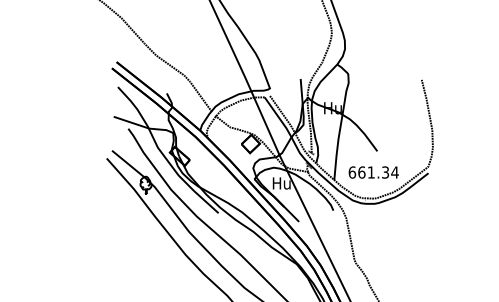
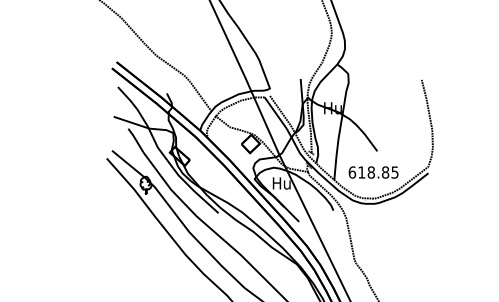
text at (378, 172): 661.34 -> 618.85
